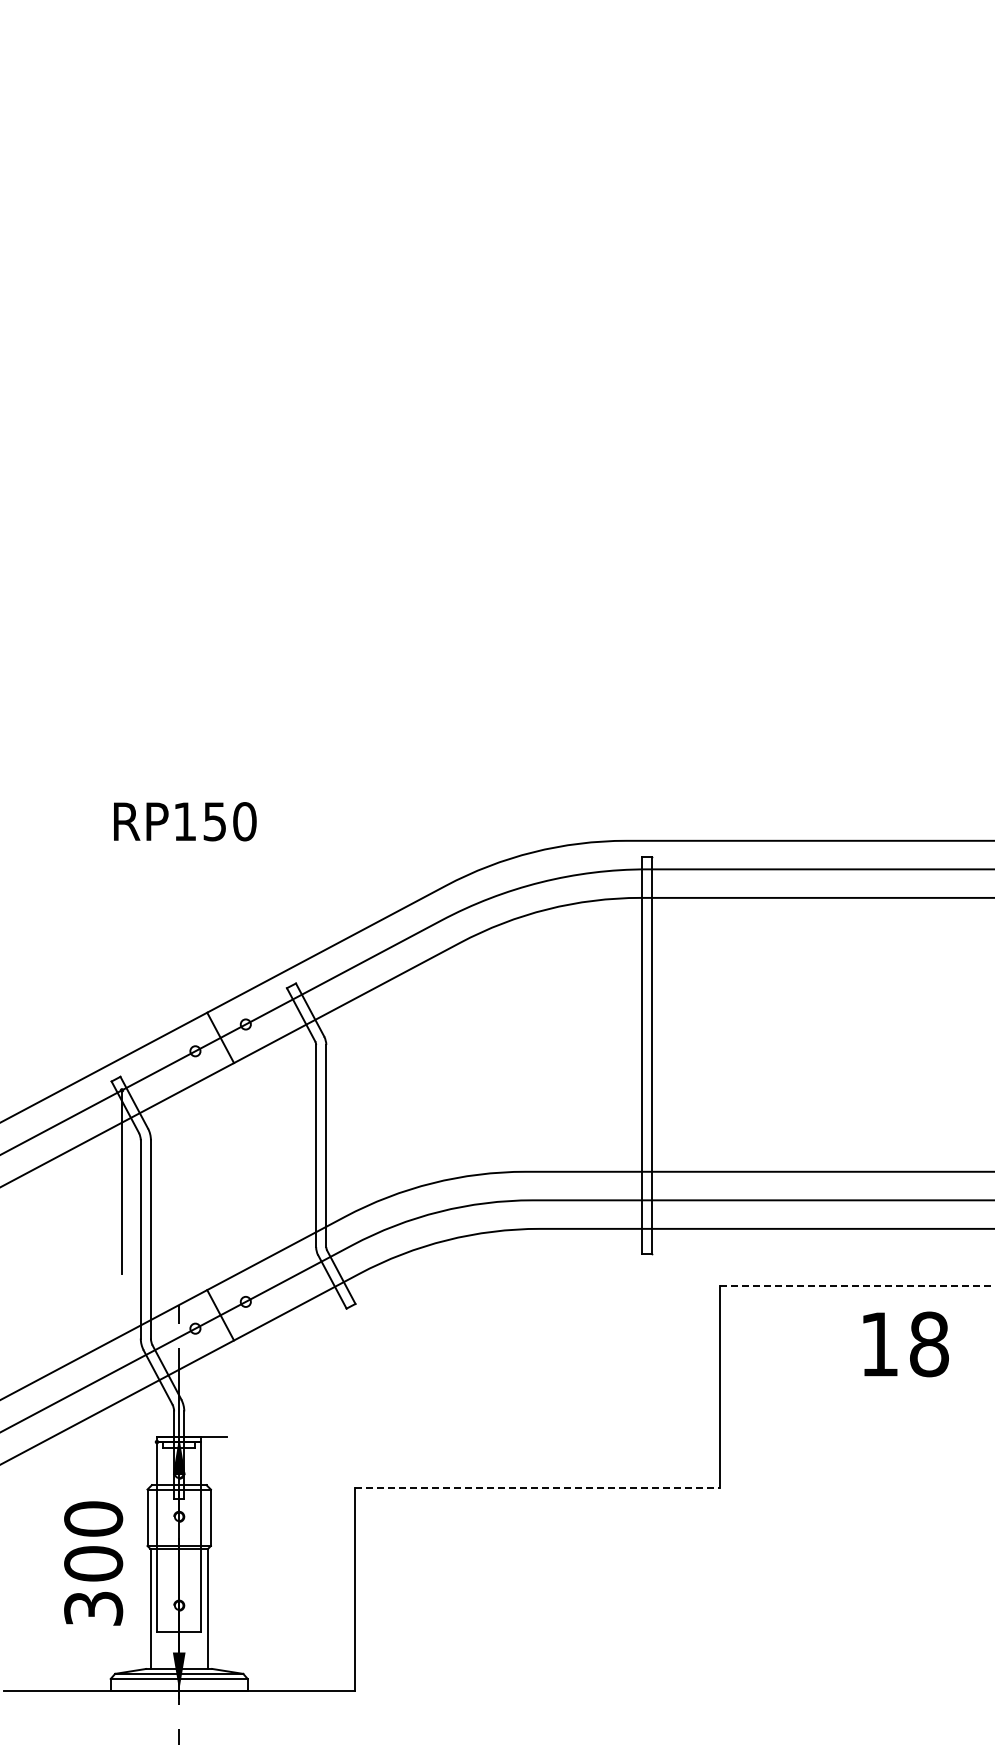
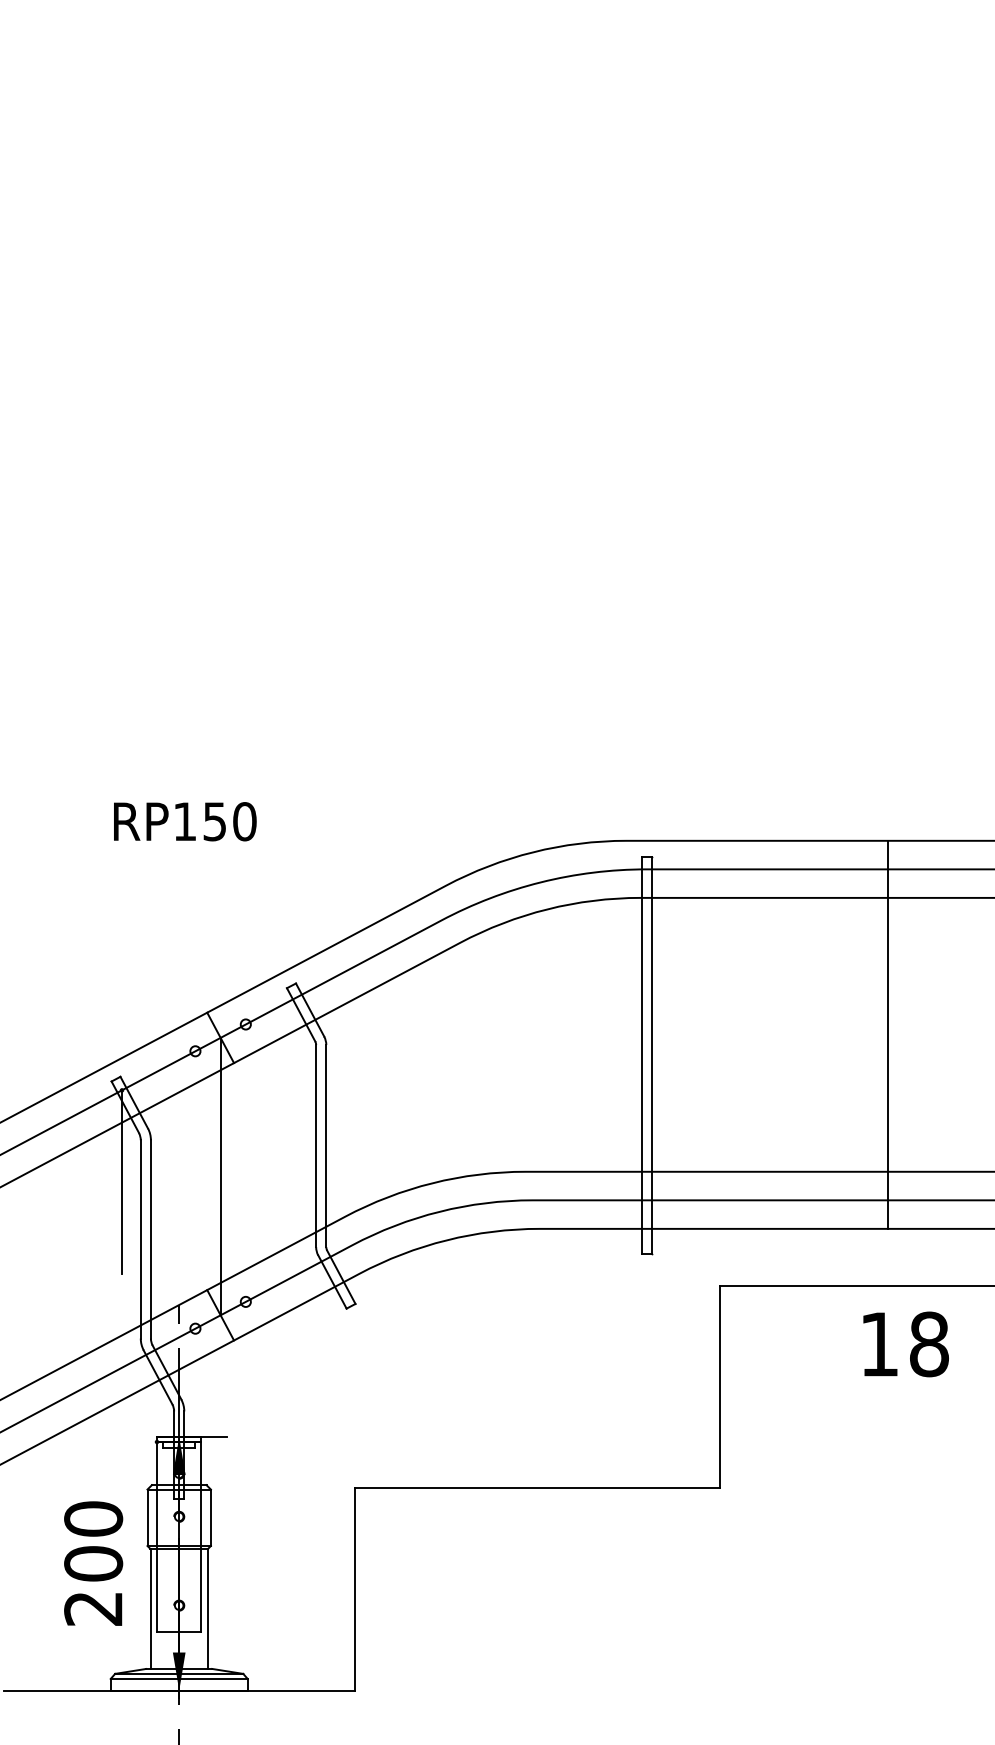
line at (887, 1034): none -> present
line at (220, 1176): none -> present
line at (857, 1285): dashed -> solid
line at (537, 1487): dashed -> solid
text at (93, 1608): 300 -> 200
